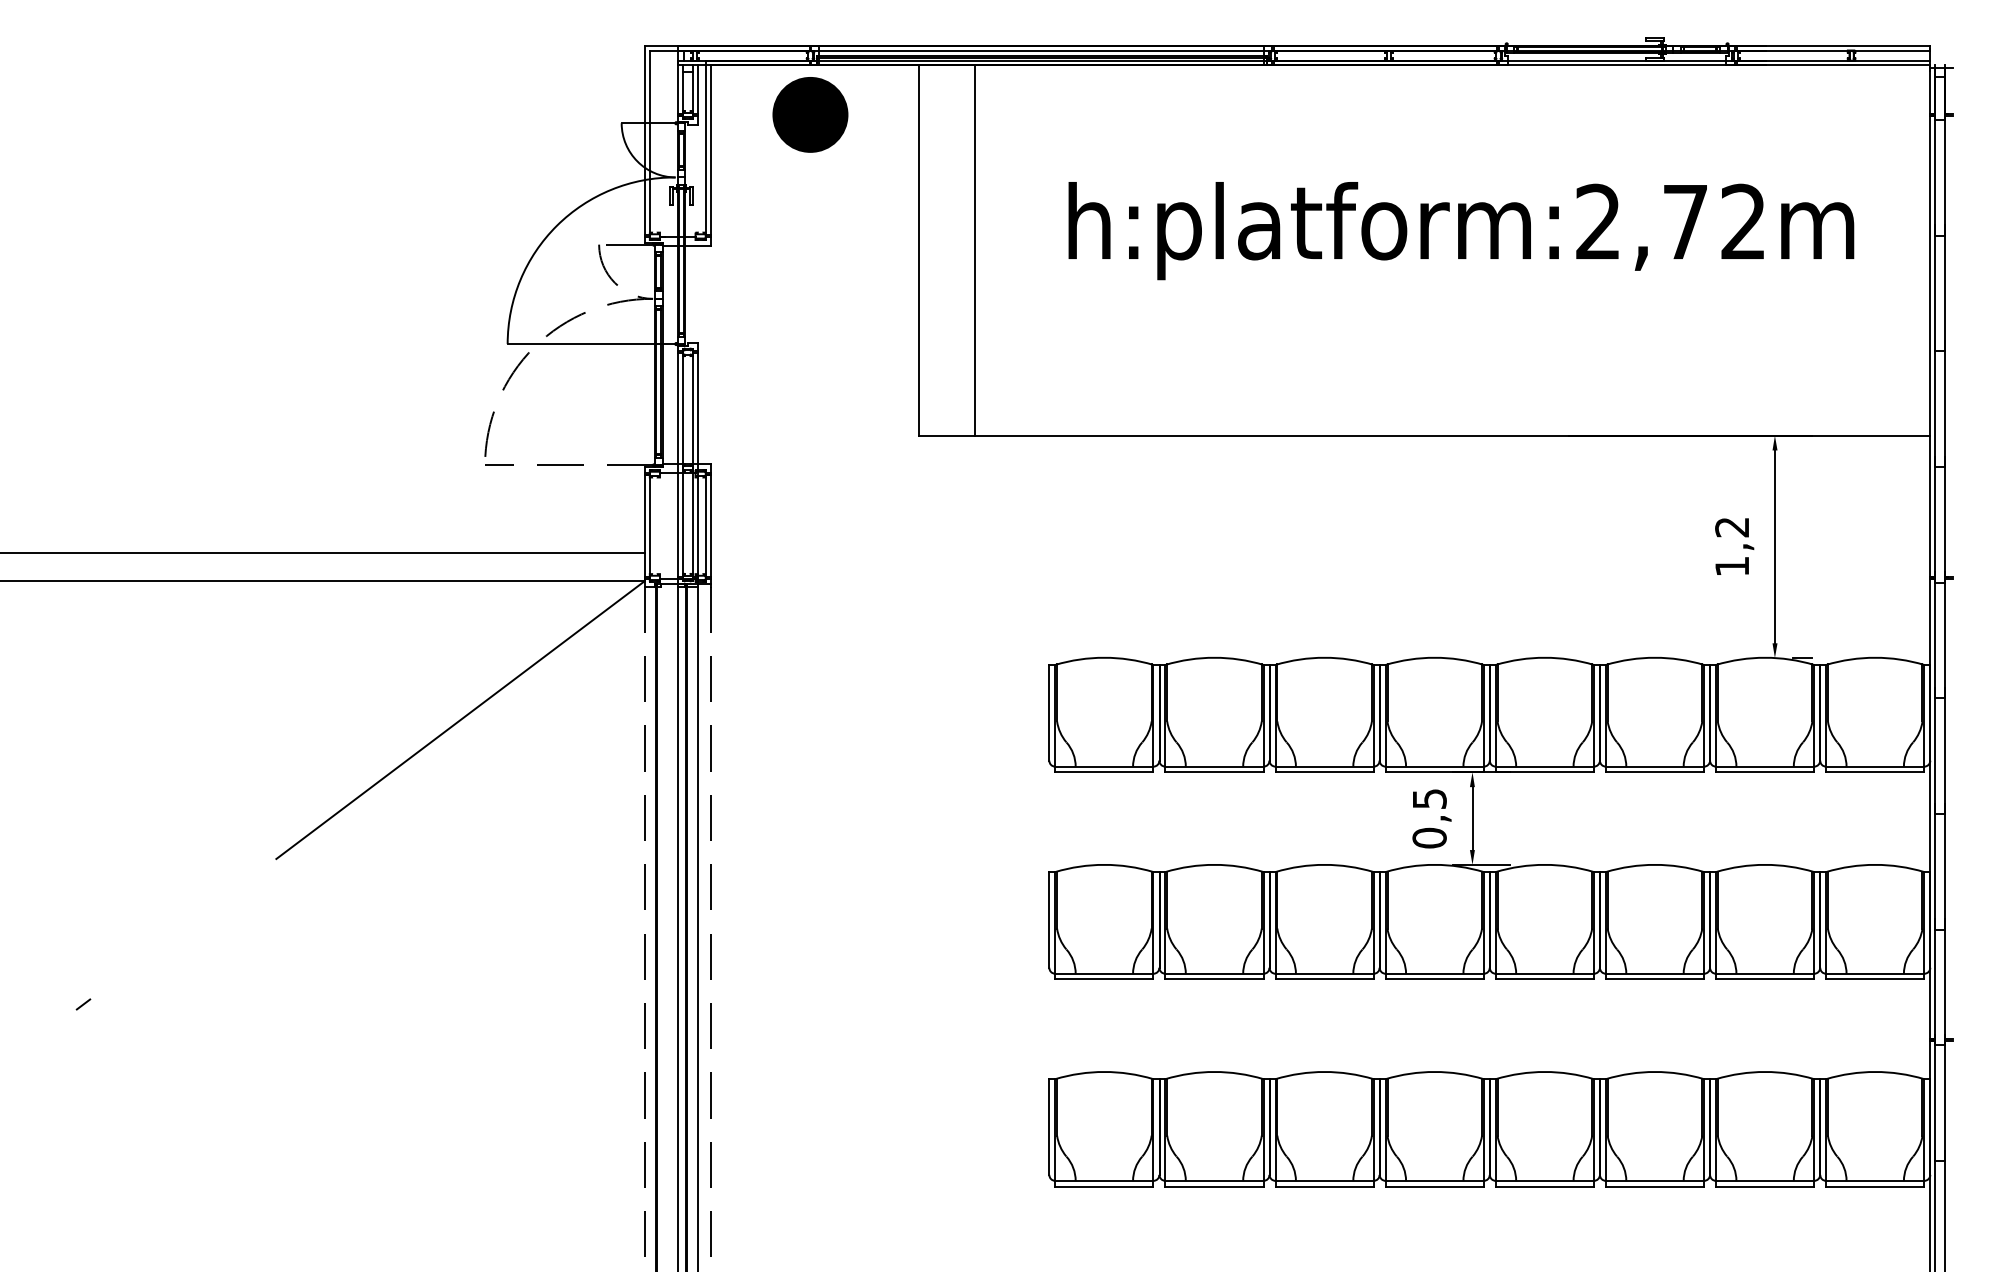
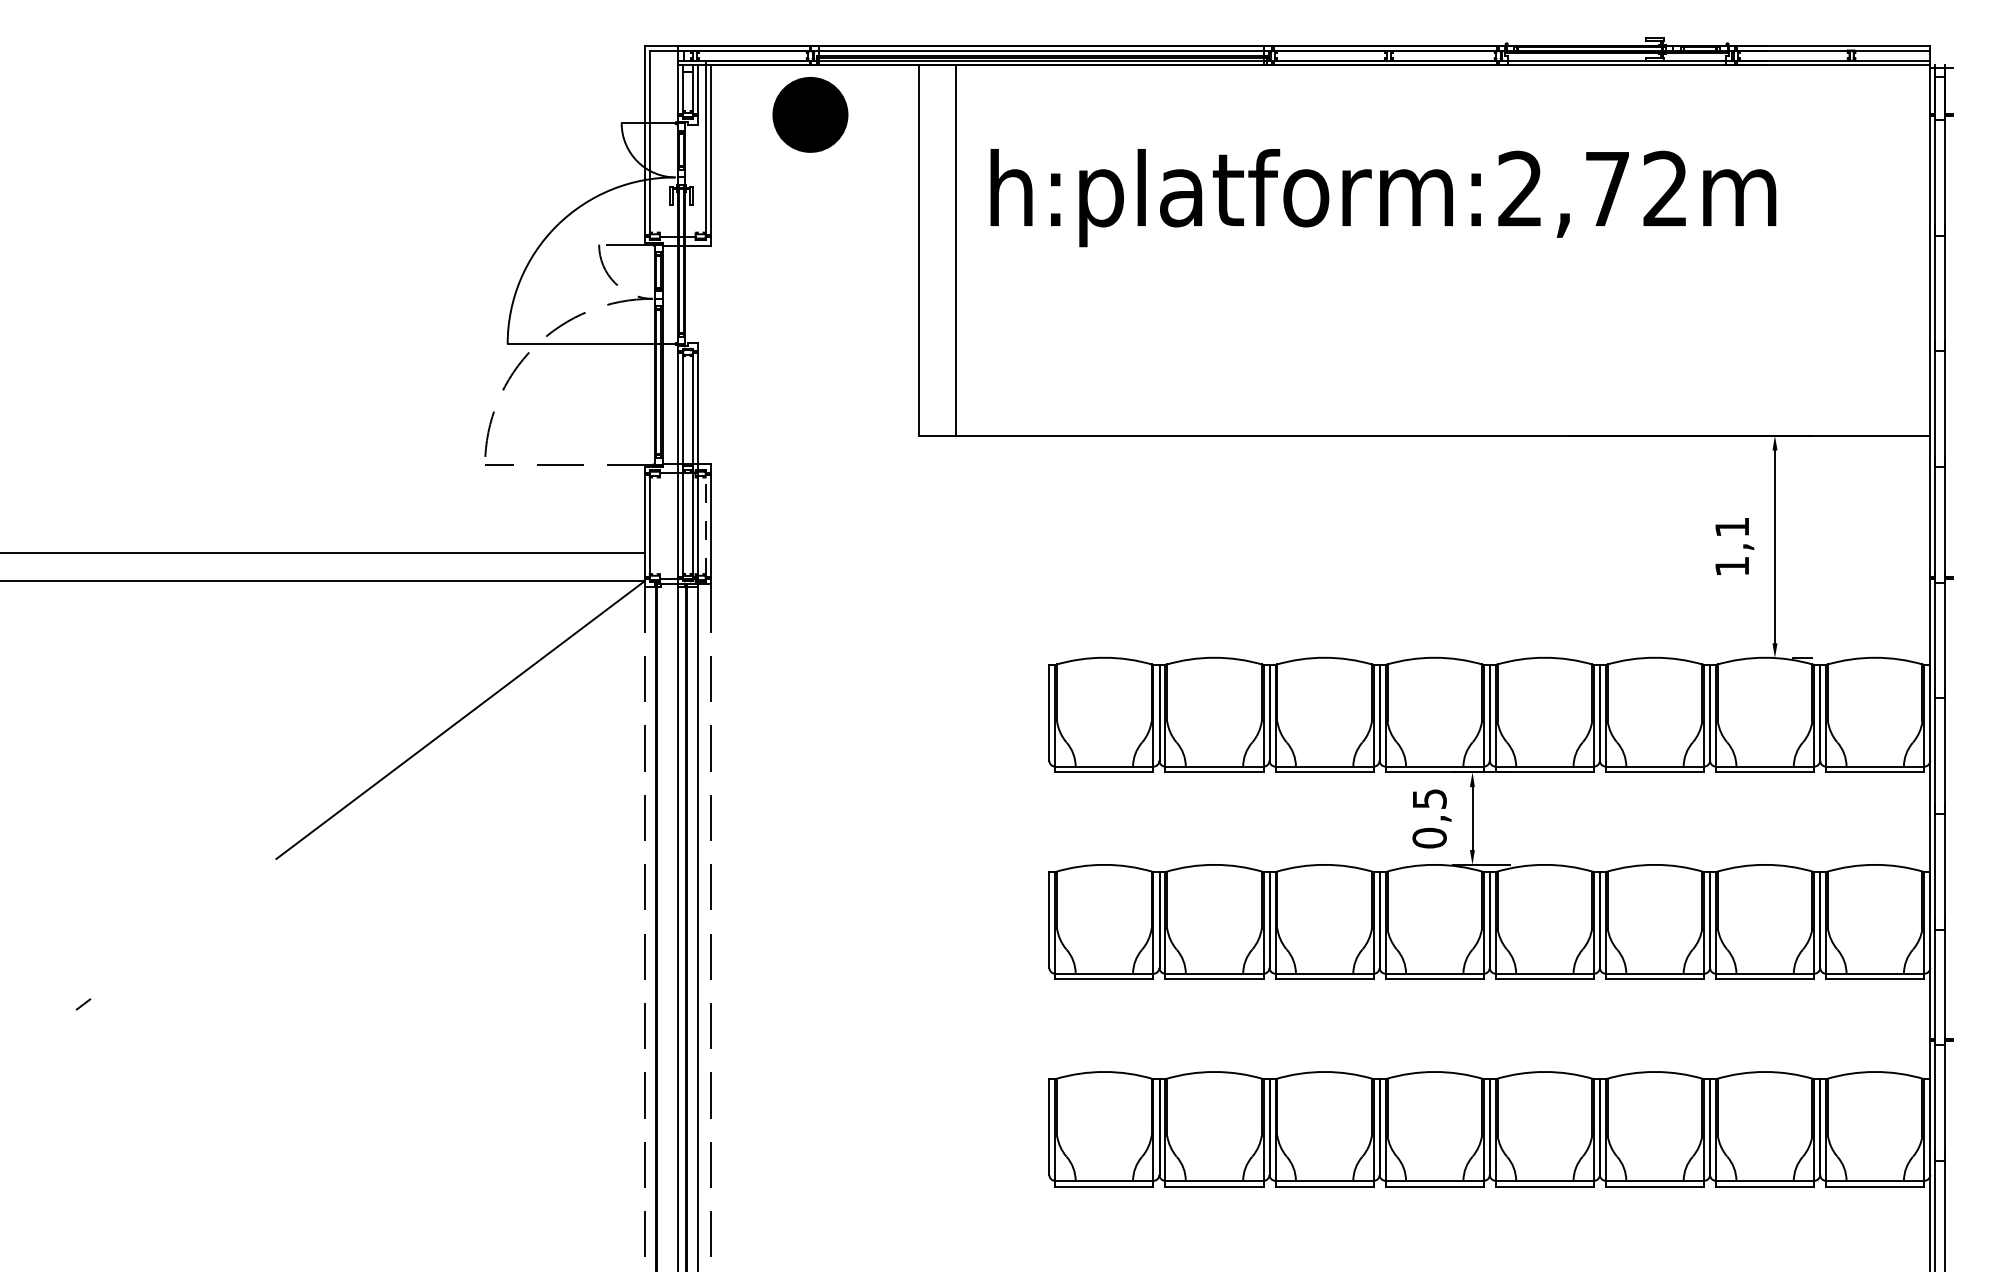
text at (1461, 231) position: (1461, 231) -> (1383, 198)
line at (974, 250) position: (974, 250) -> (955, 250)
line at (705, 525): solid -> dashed
text at (1731, 527): 1,2 -> 1,1
